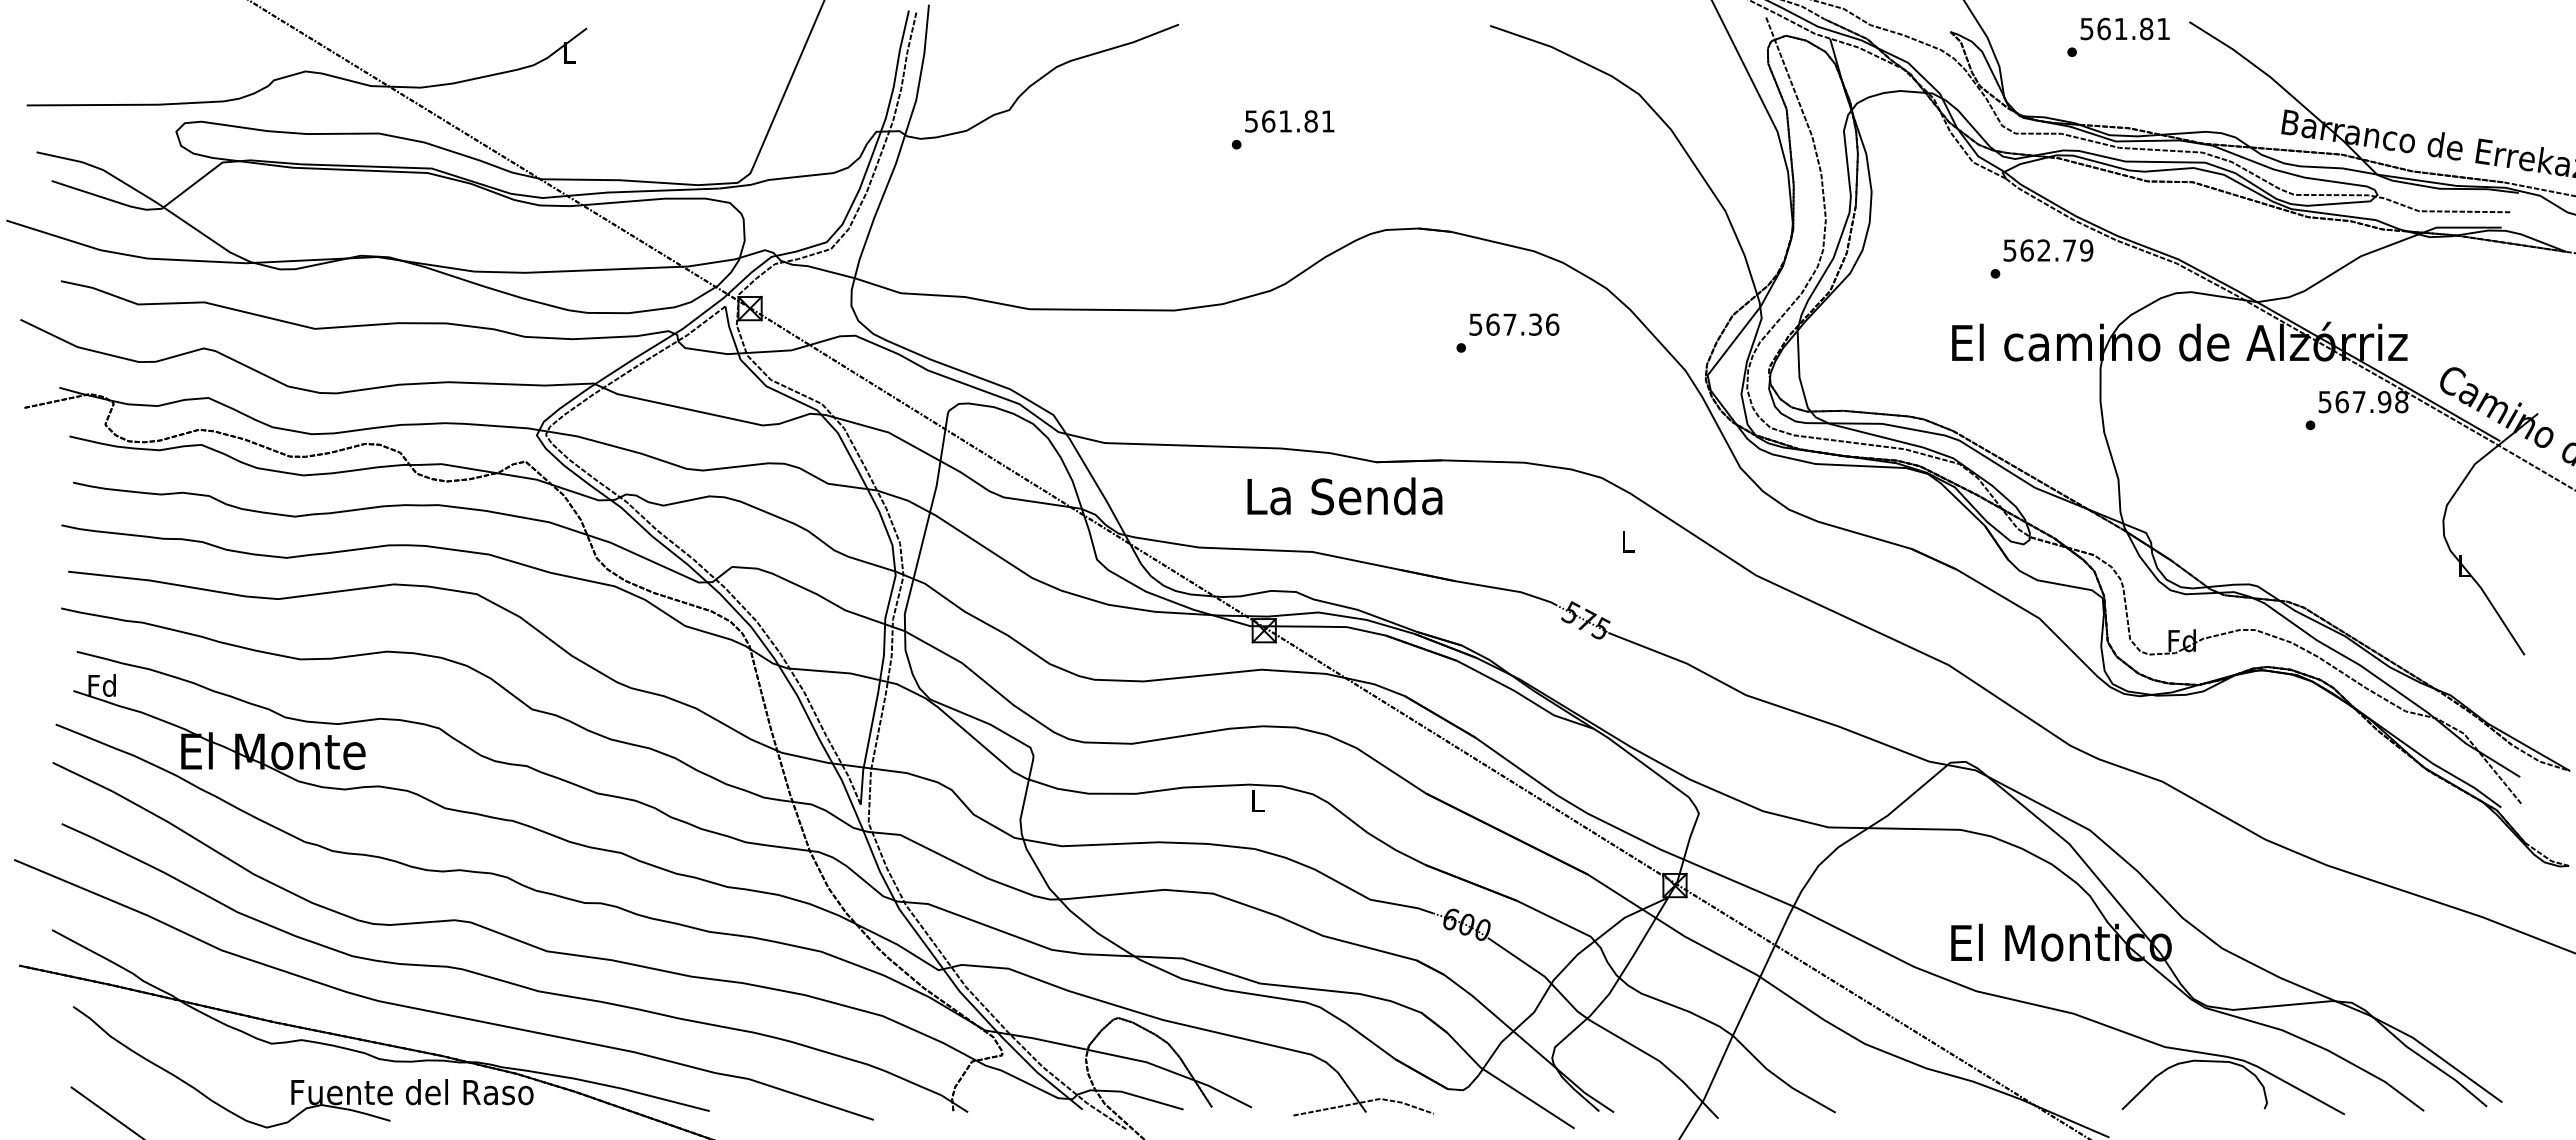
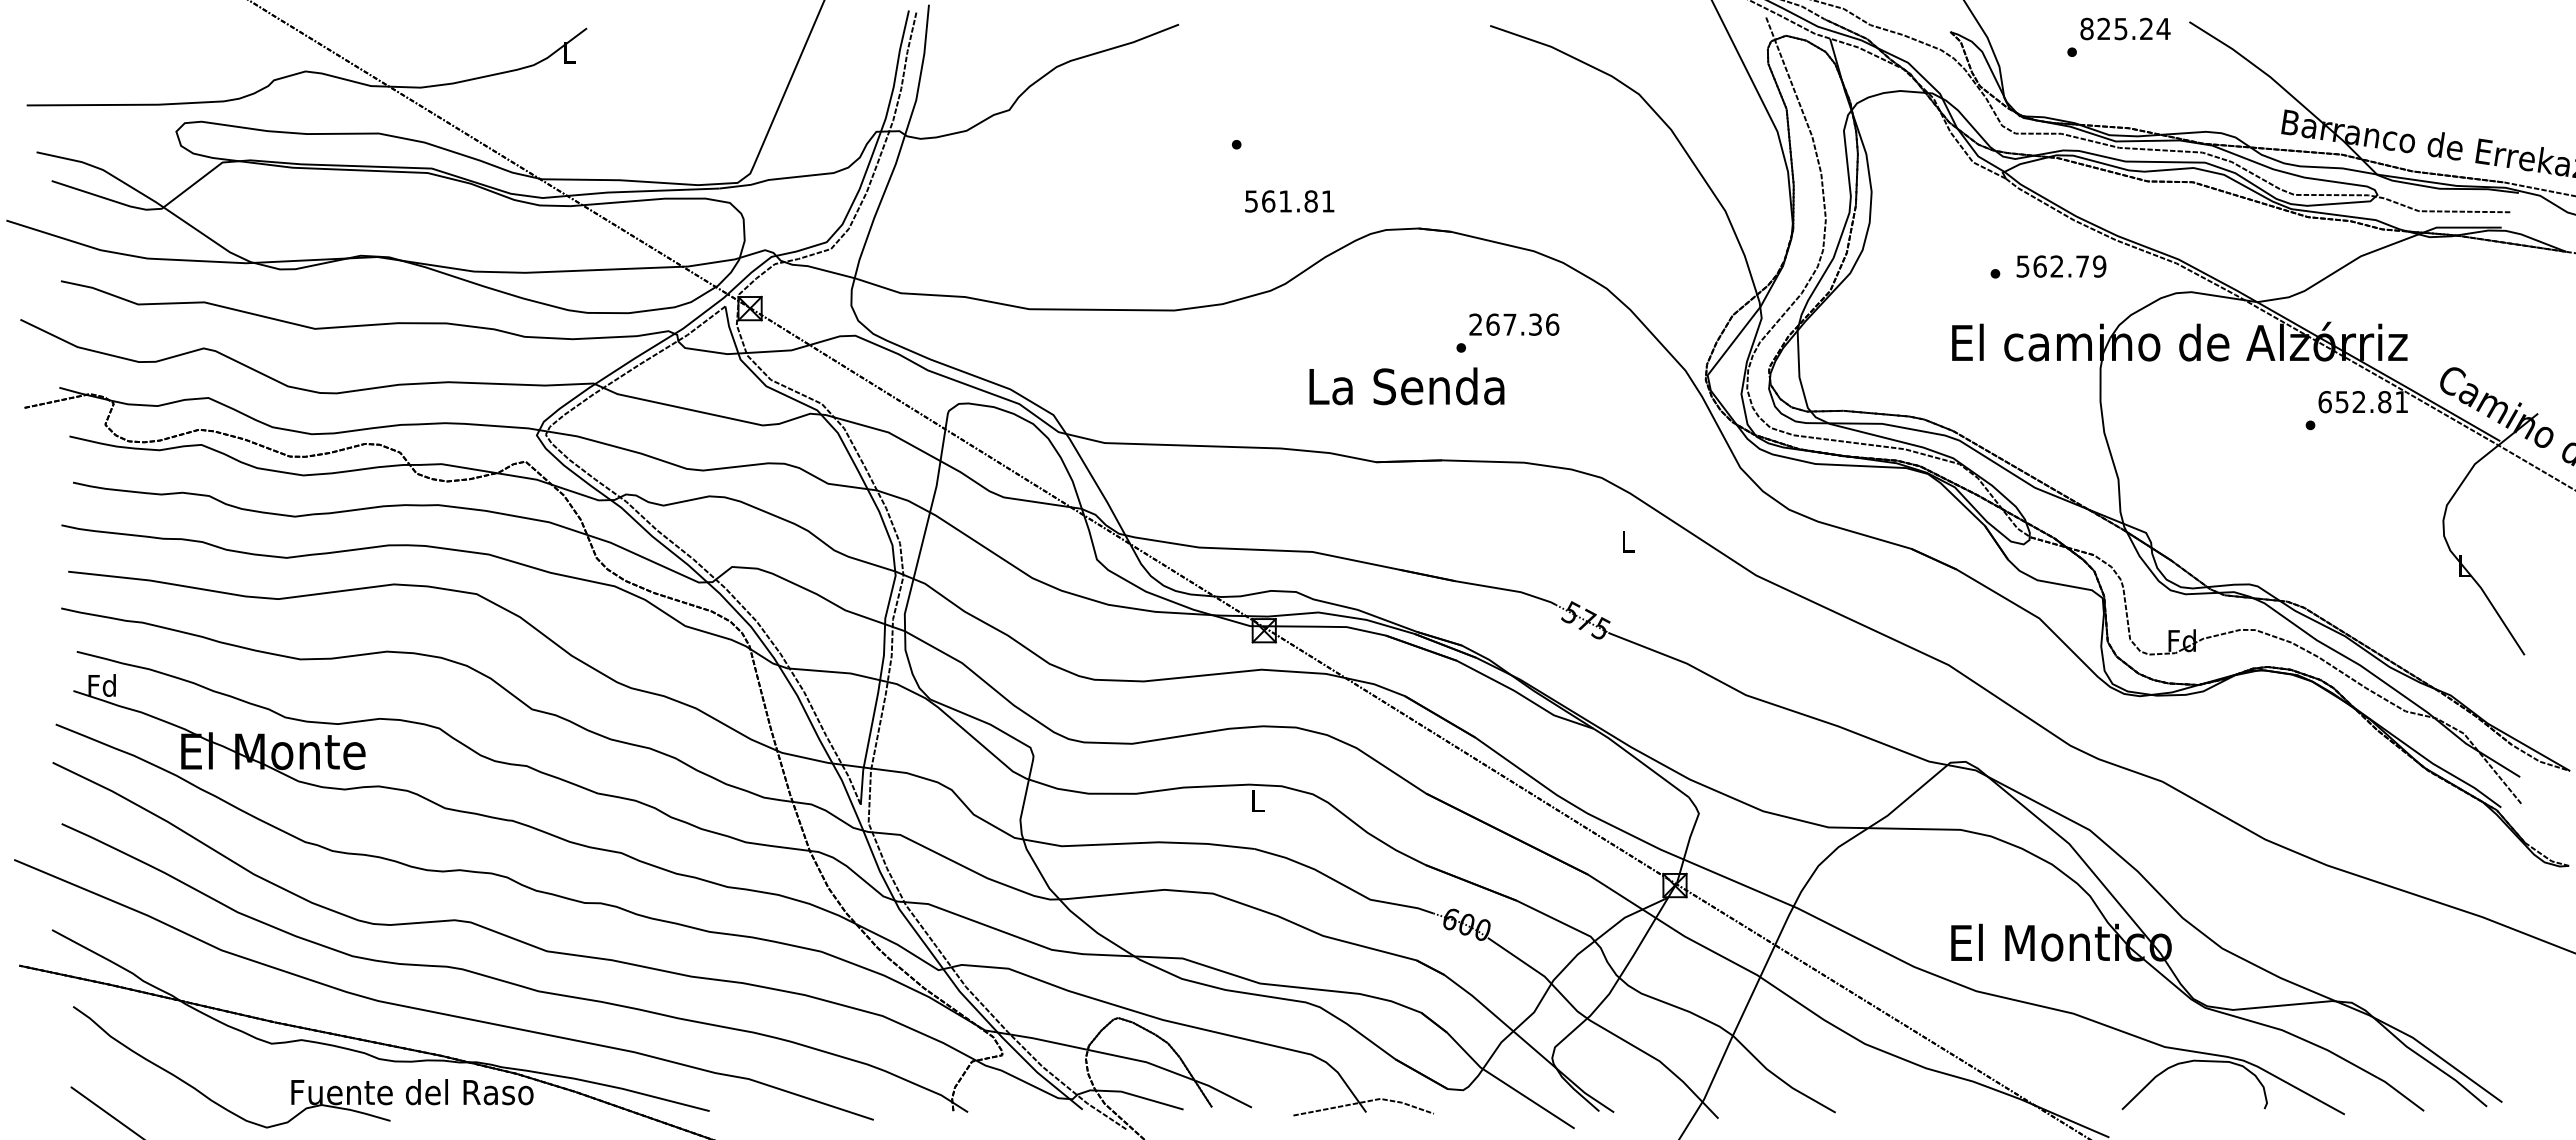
text at (2125, 28): 561.81 -> 825.24
text at (1289, 121) position: (1289, 121) -> (1289, 201)
text at (2048, 250) position: (2048, 250) -> (2061, 266)
text at (1475, 324): 567.36 -> 267.36
text at (2363, 402): 567.98 -> 652.81
text at (1344, 496) position: (1344, 496) -> (1406, 386)
